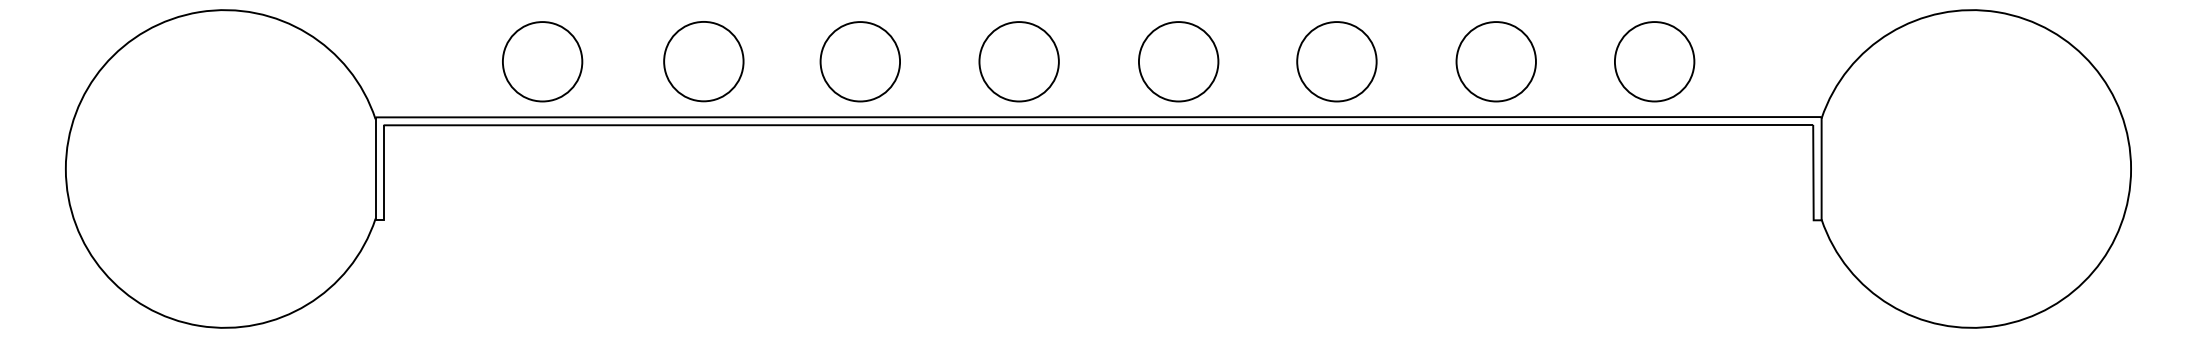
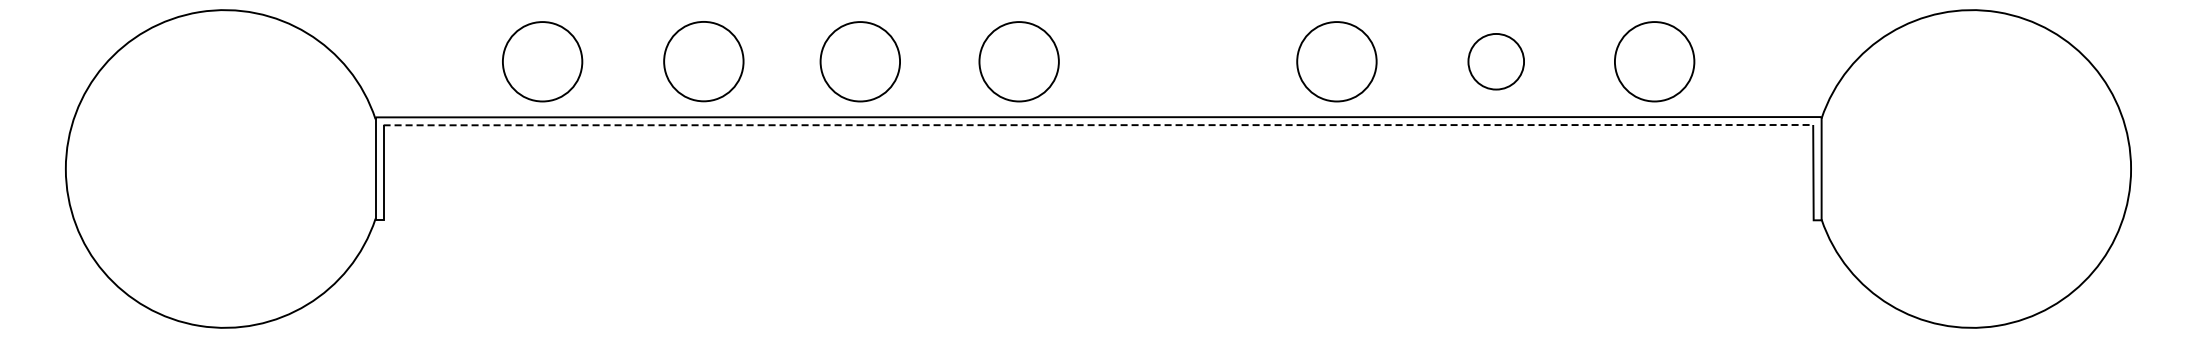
circle at (1178, 61): present -> none
circle at (1495, 61) diameter: 79 px -> 56 px
line at (1098, 125): solid -> dashed
